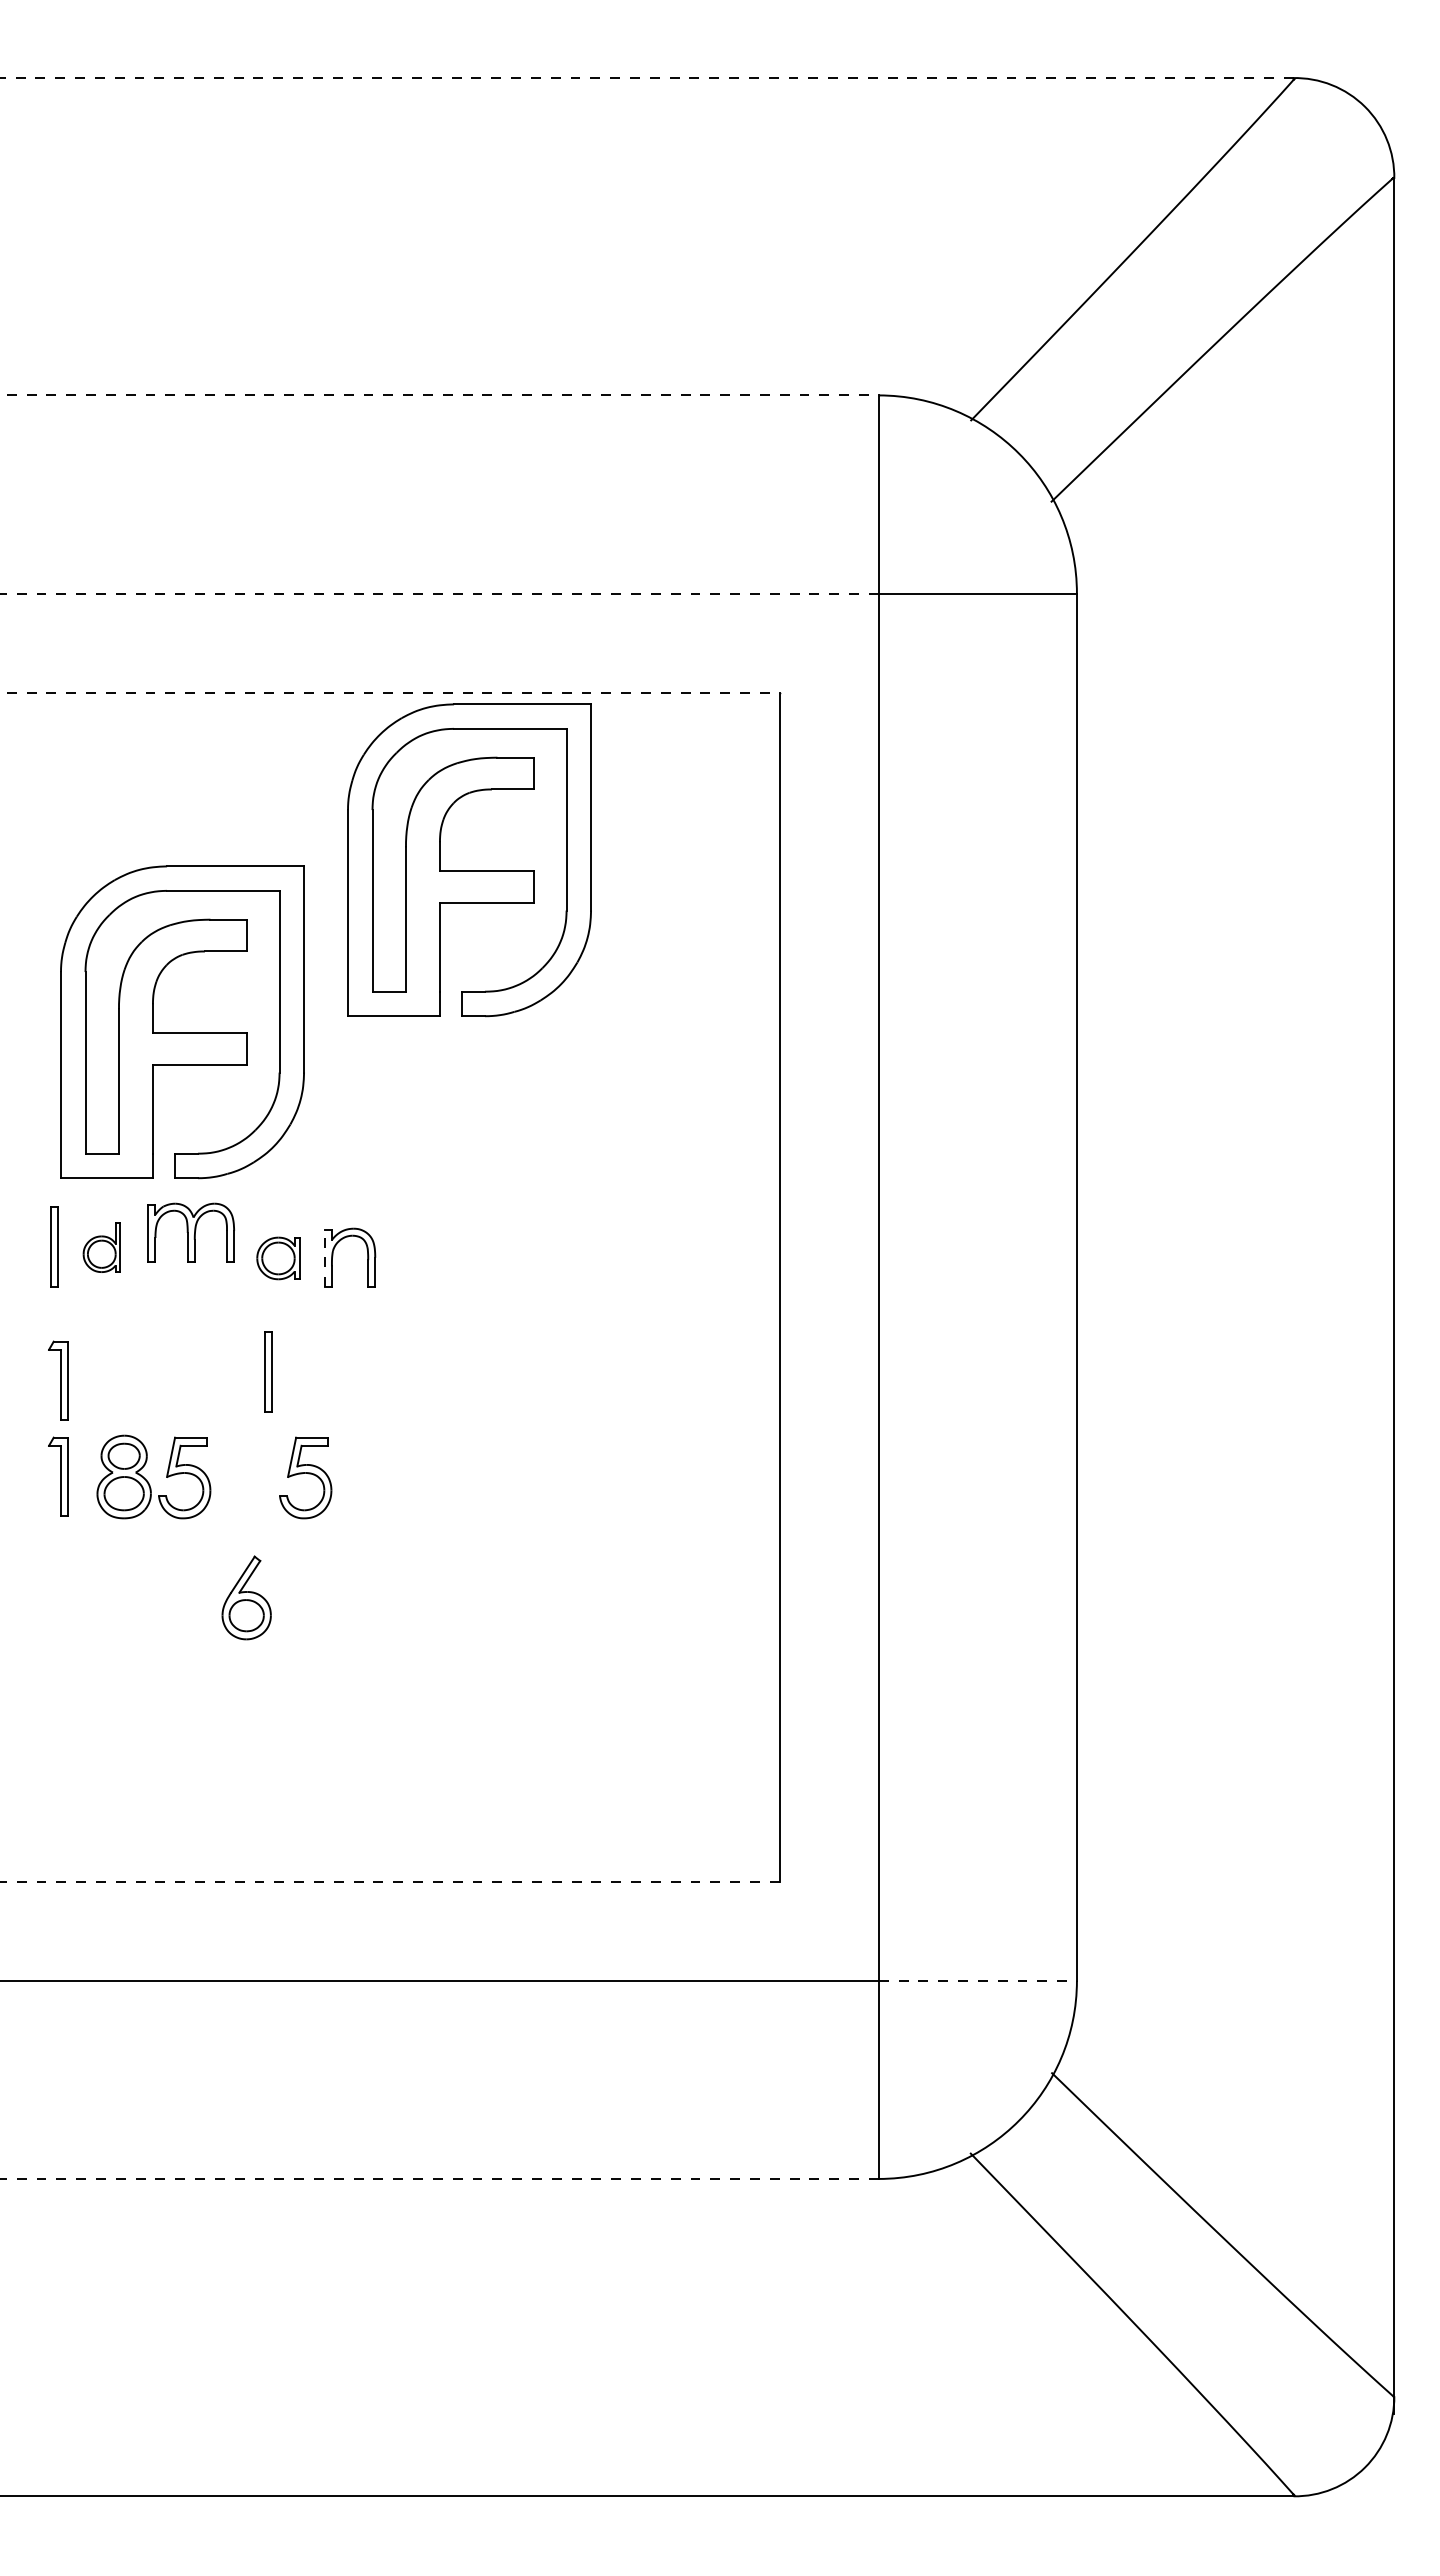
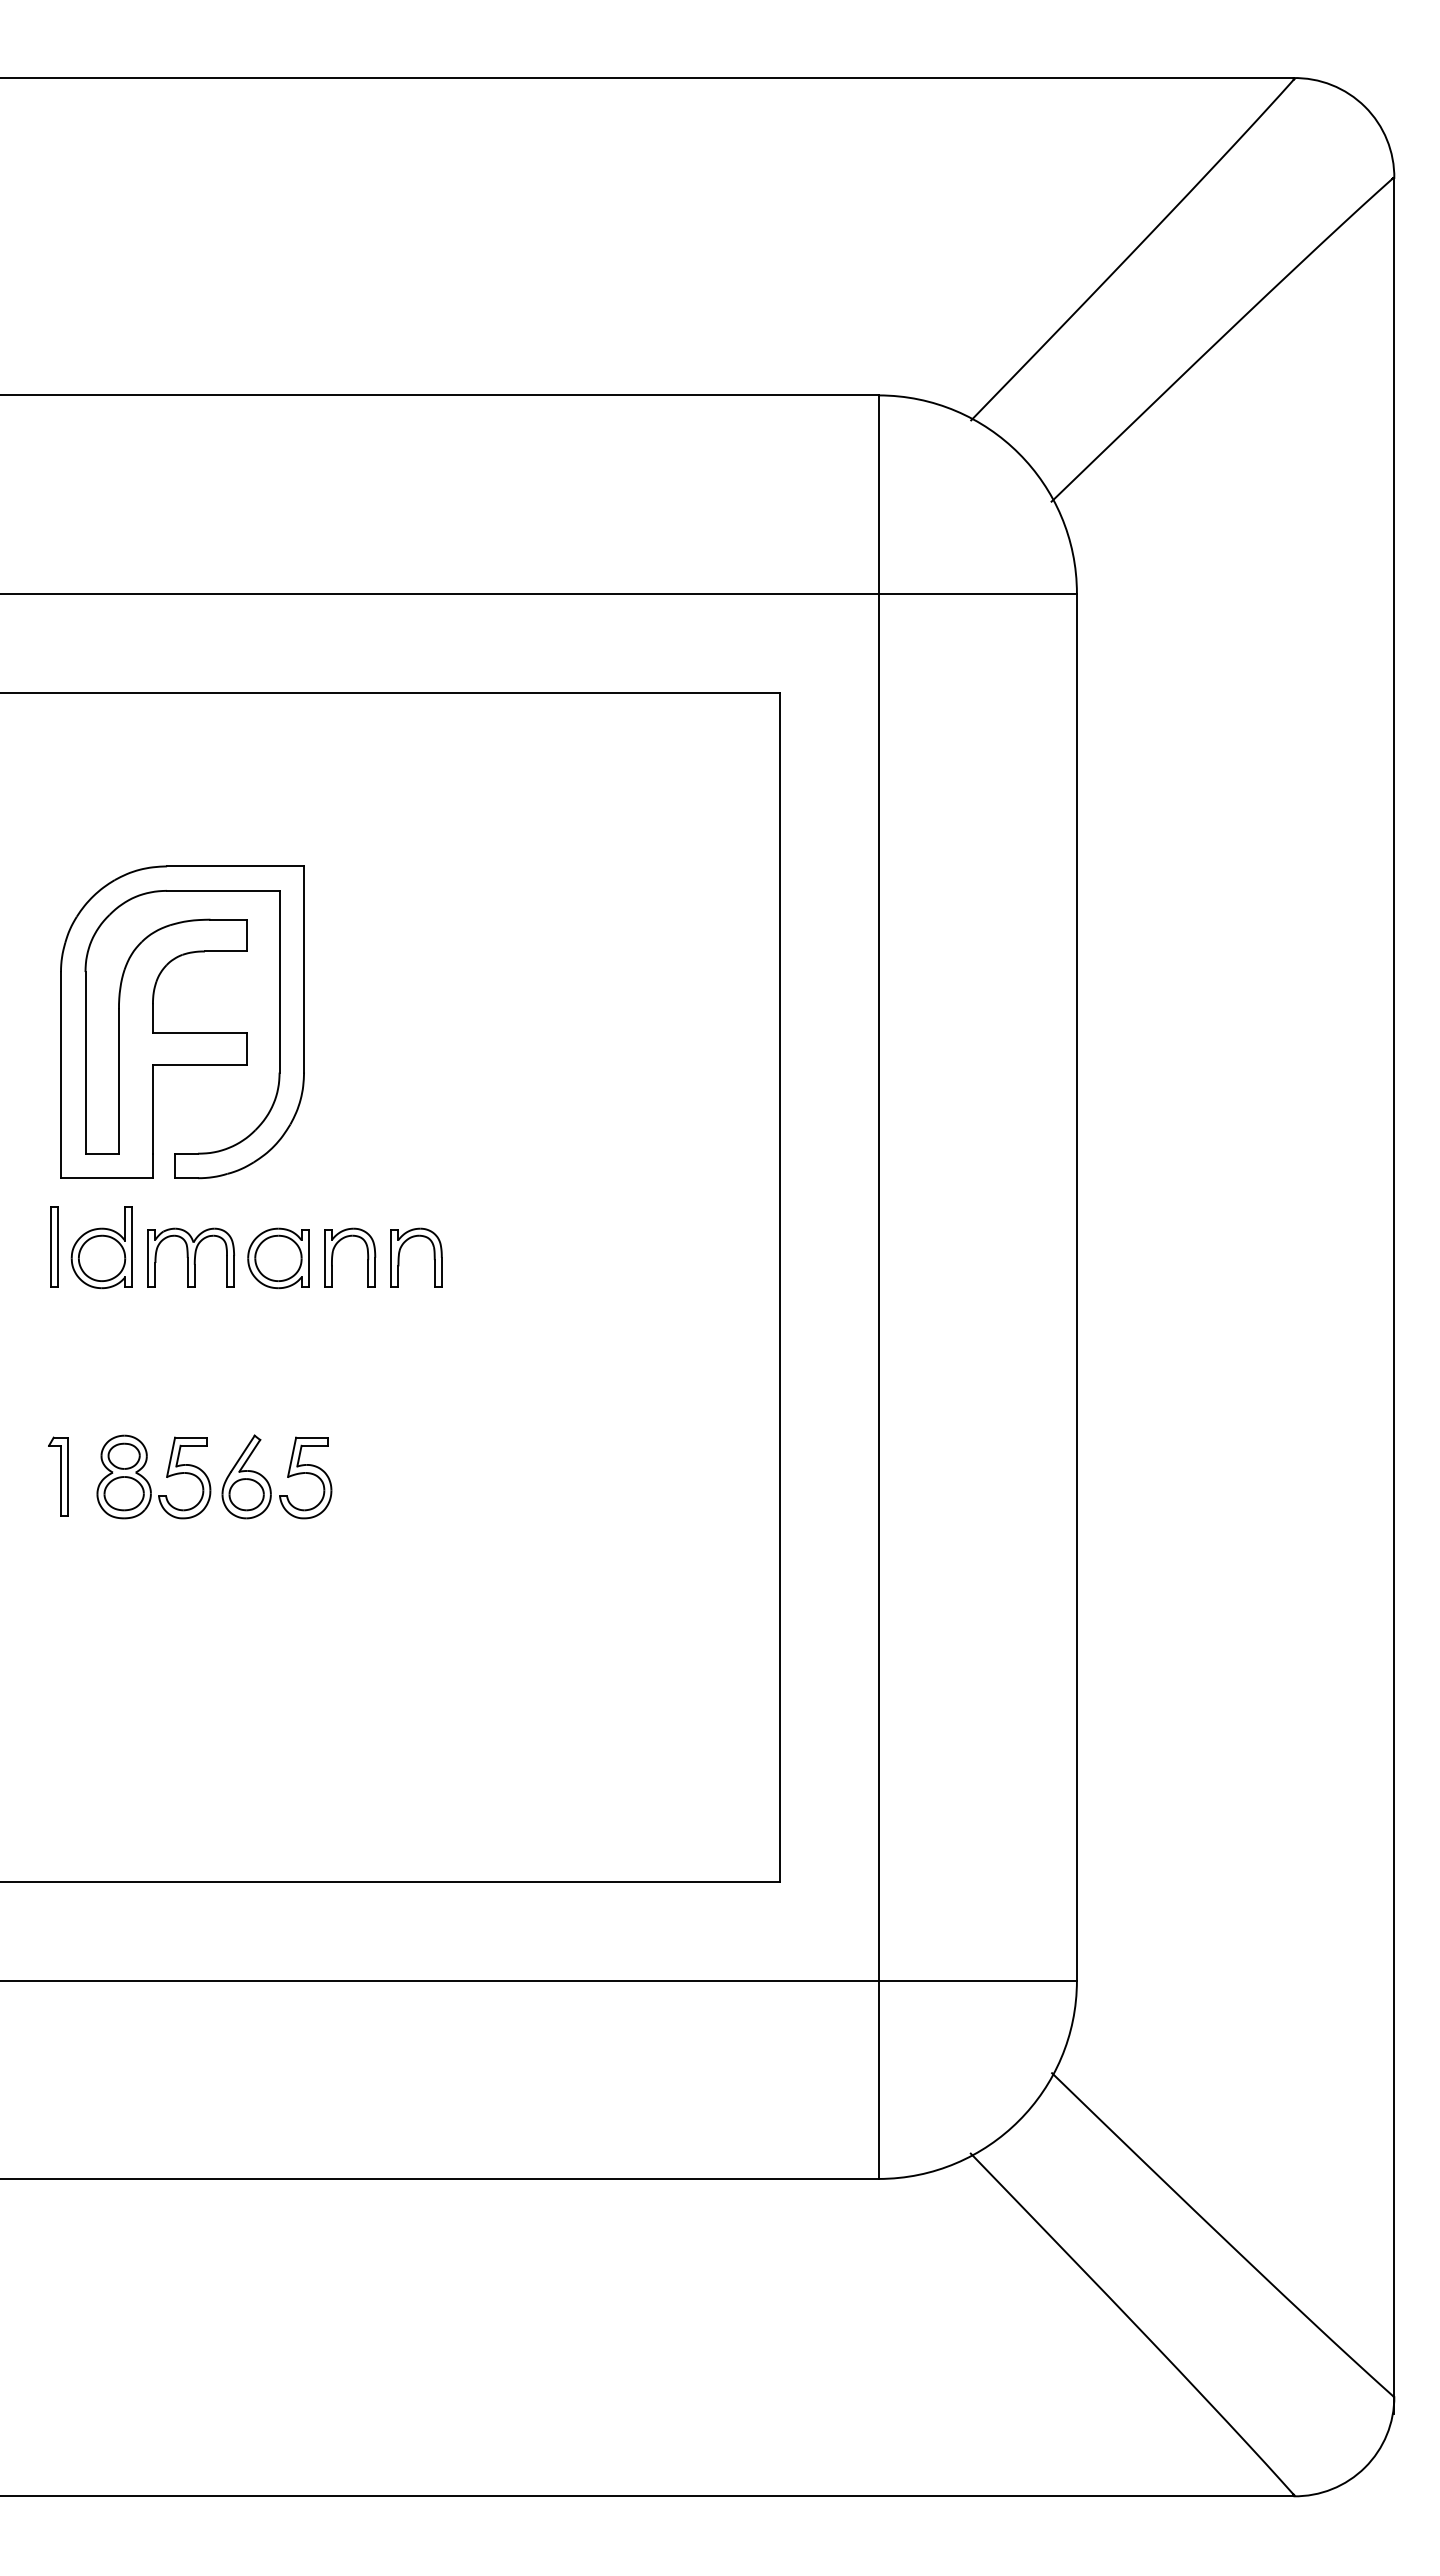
line at (647, 78): dashed -> solid
line at (440, 395): dashed -> solid
line at (439, 593): dashed -> solid
line at (390, 692): dashed -> solid
part at (469, 870): present -> none
part at (190, 1232) position: (190, 1232) -> (190, 1257)
part at (101, 1247) size: 39x51 px -> 63x84 px
part at (400, 1252): none -> present
part at (278, 1258) size: 45x45 px -> 63x63 px
line at (324, 1258): dashed -> solid
part at (268, 1371): present -> none
part at (58, 1380): present -> none
part at (246, 1597) position: (246, 1597) -> (246, 1476)
line at (390, 1881): dashed -> solid
line at (978, 1980): dashed -> solid
line at (439, 2178): dashed -> solid
